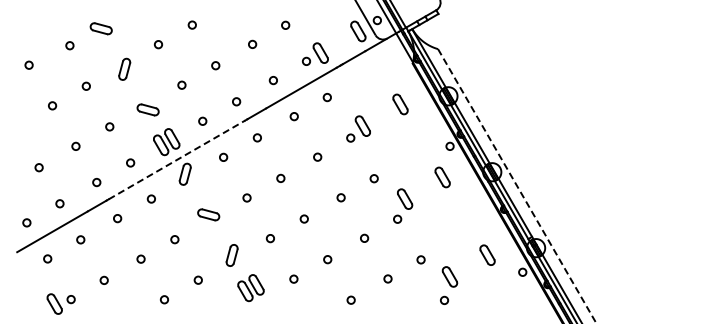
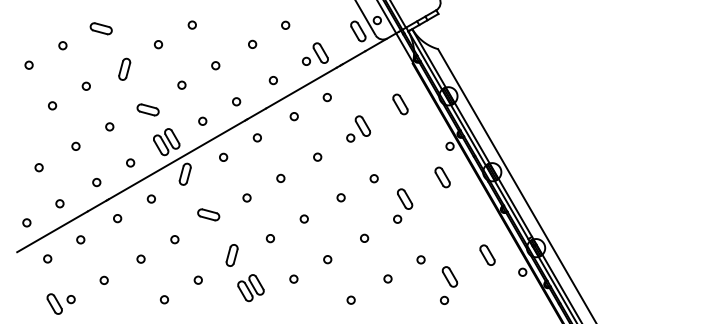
circle at (69, 45) position: (69, 45) -> (62, 45)
line at (176, 159): dashed -> solid
line at (517, 186): dashed -> solid
